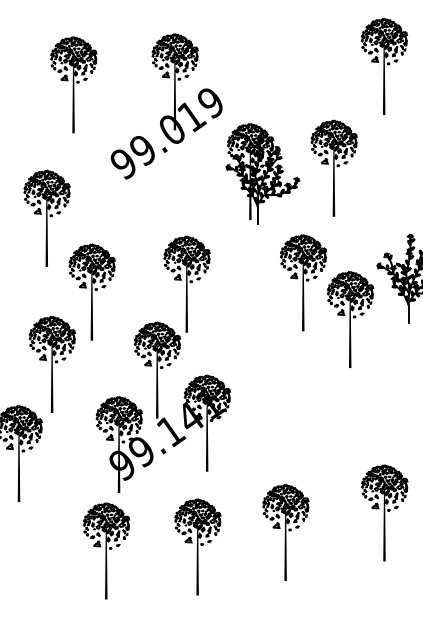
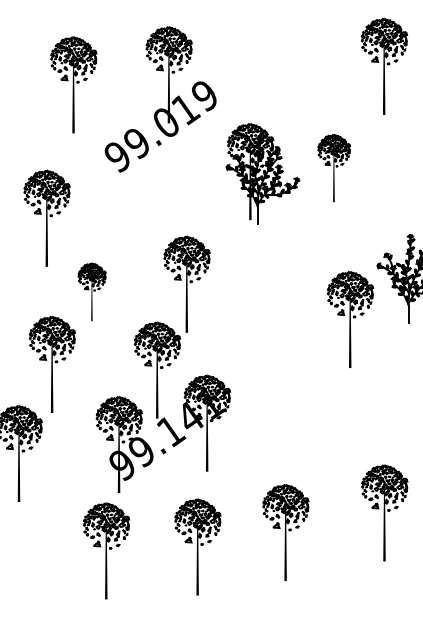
part at (174, 106) position: (174, 106) -> (168, 99)
part at (333, 167) size: 48x98 px -> 34x70 px
part at (303, 282): present -> none
part at (91, 291) size: 48x98 px -> 30x60 px
